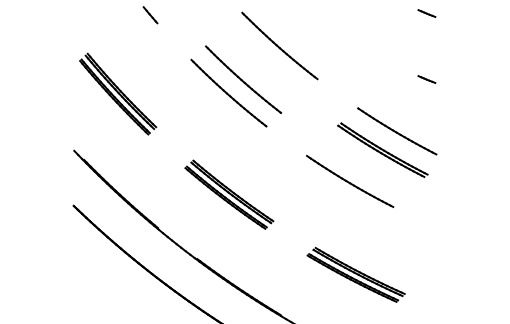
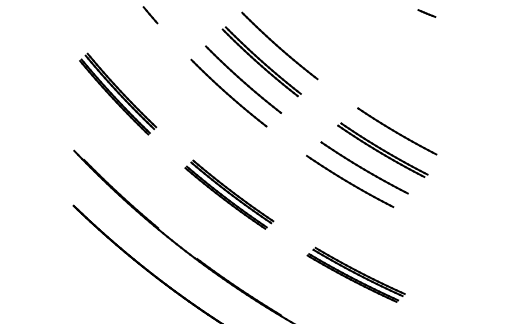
part at (261, 61): none -> present
line at (426, 79): present -> none
part at (364, 167): none -> present
